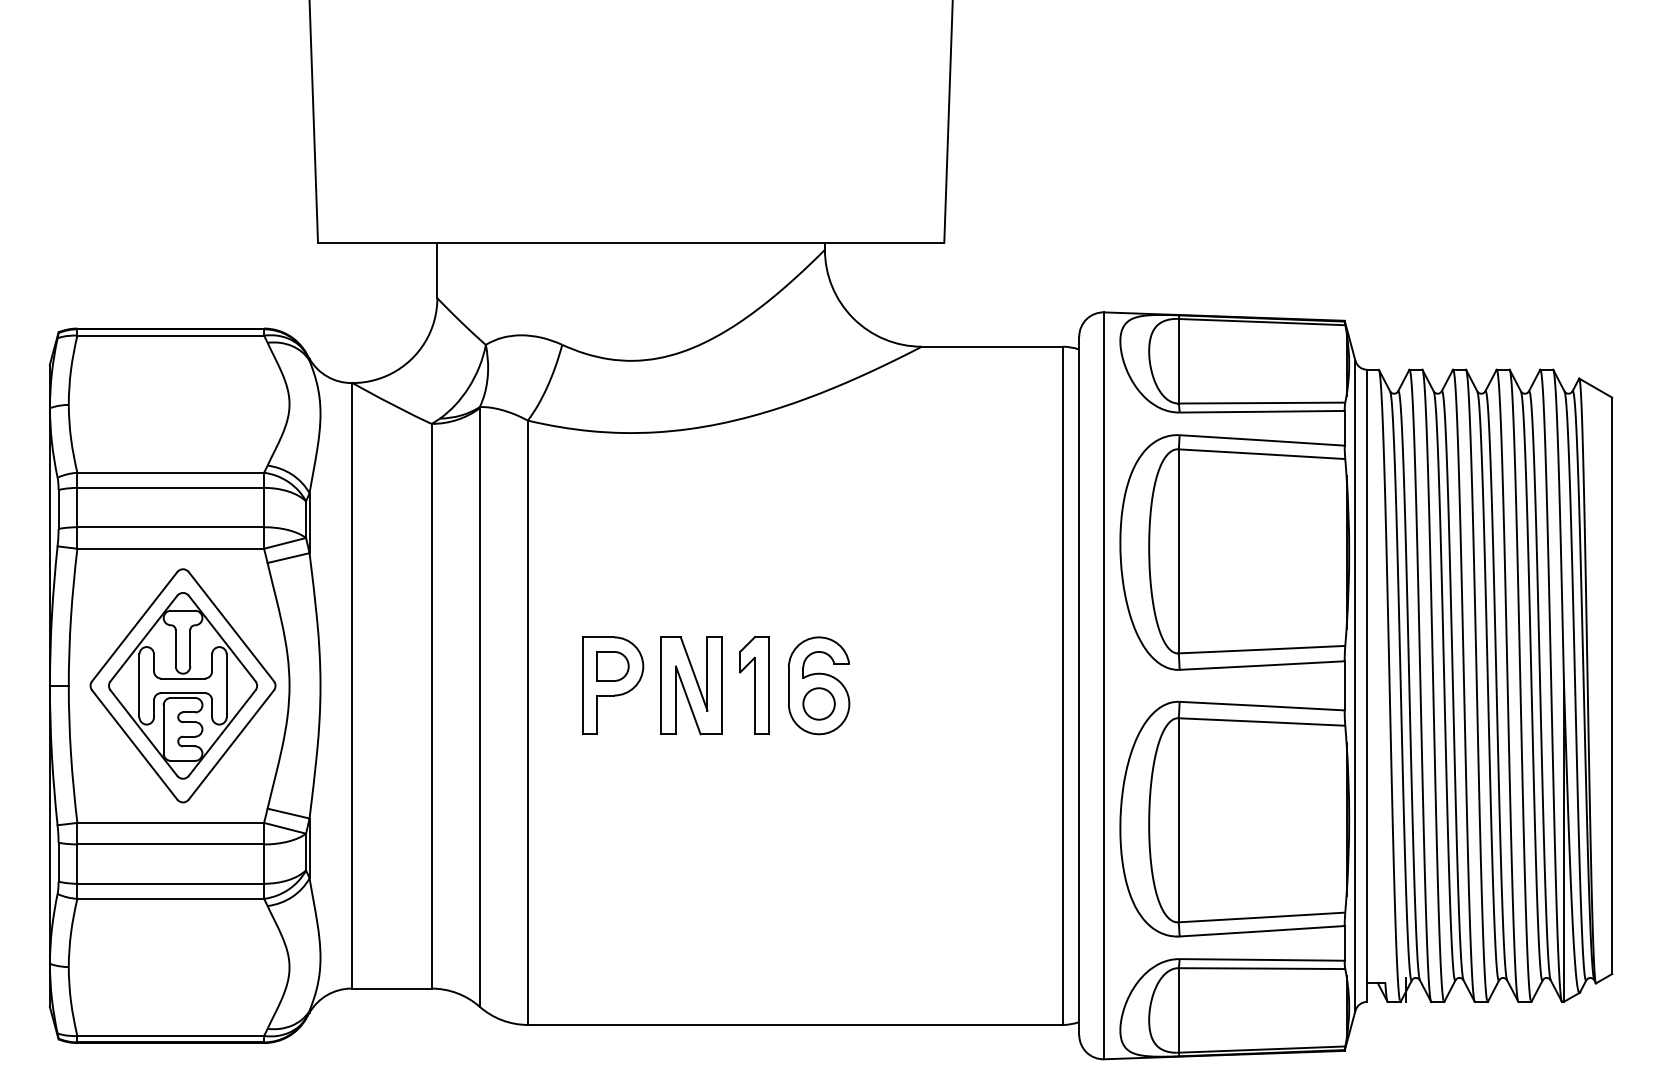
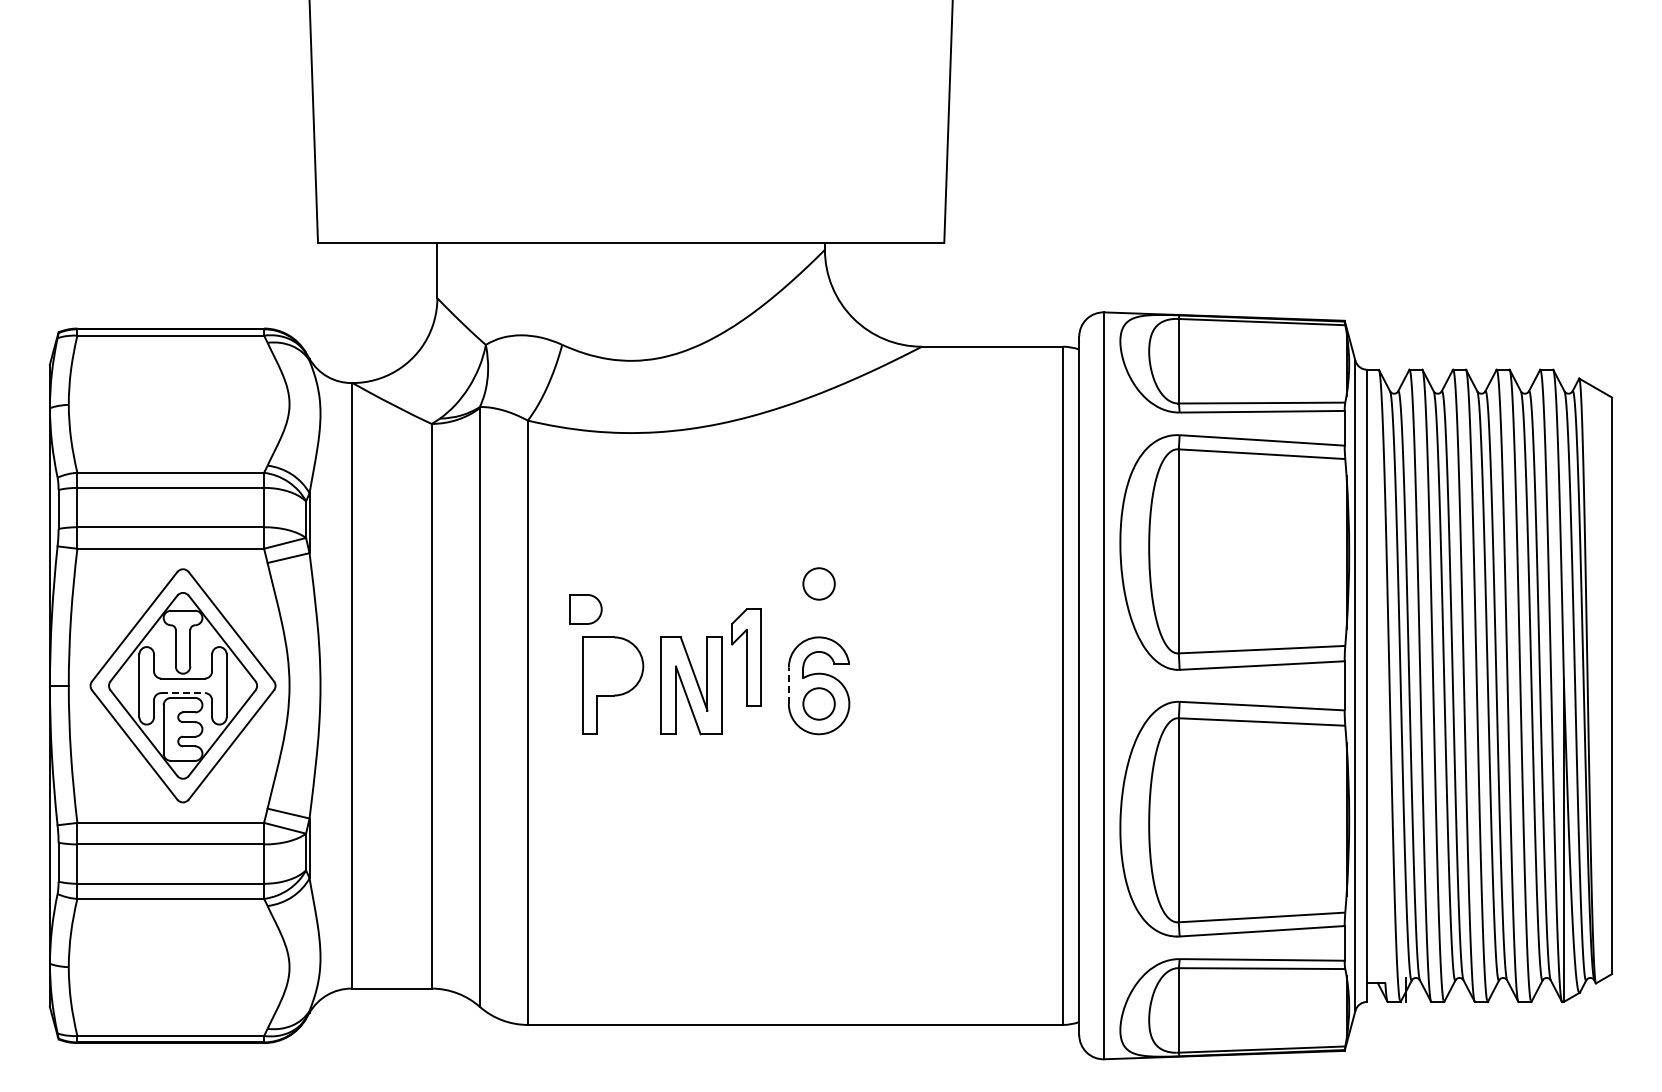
circle at (818, 583): none -> present
part at (612, 666) position: (612, 666) -> (585, 609)
part at (754, 685) position: (754, 685) -> (746, 657)
line at (788, 685): solid -> dashed
line at (183, 693): solid -> dashed
